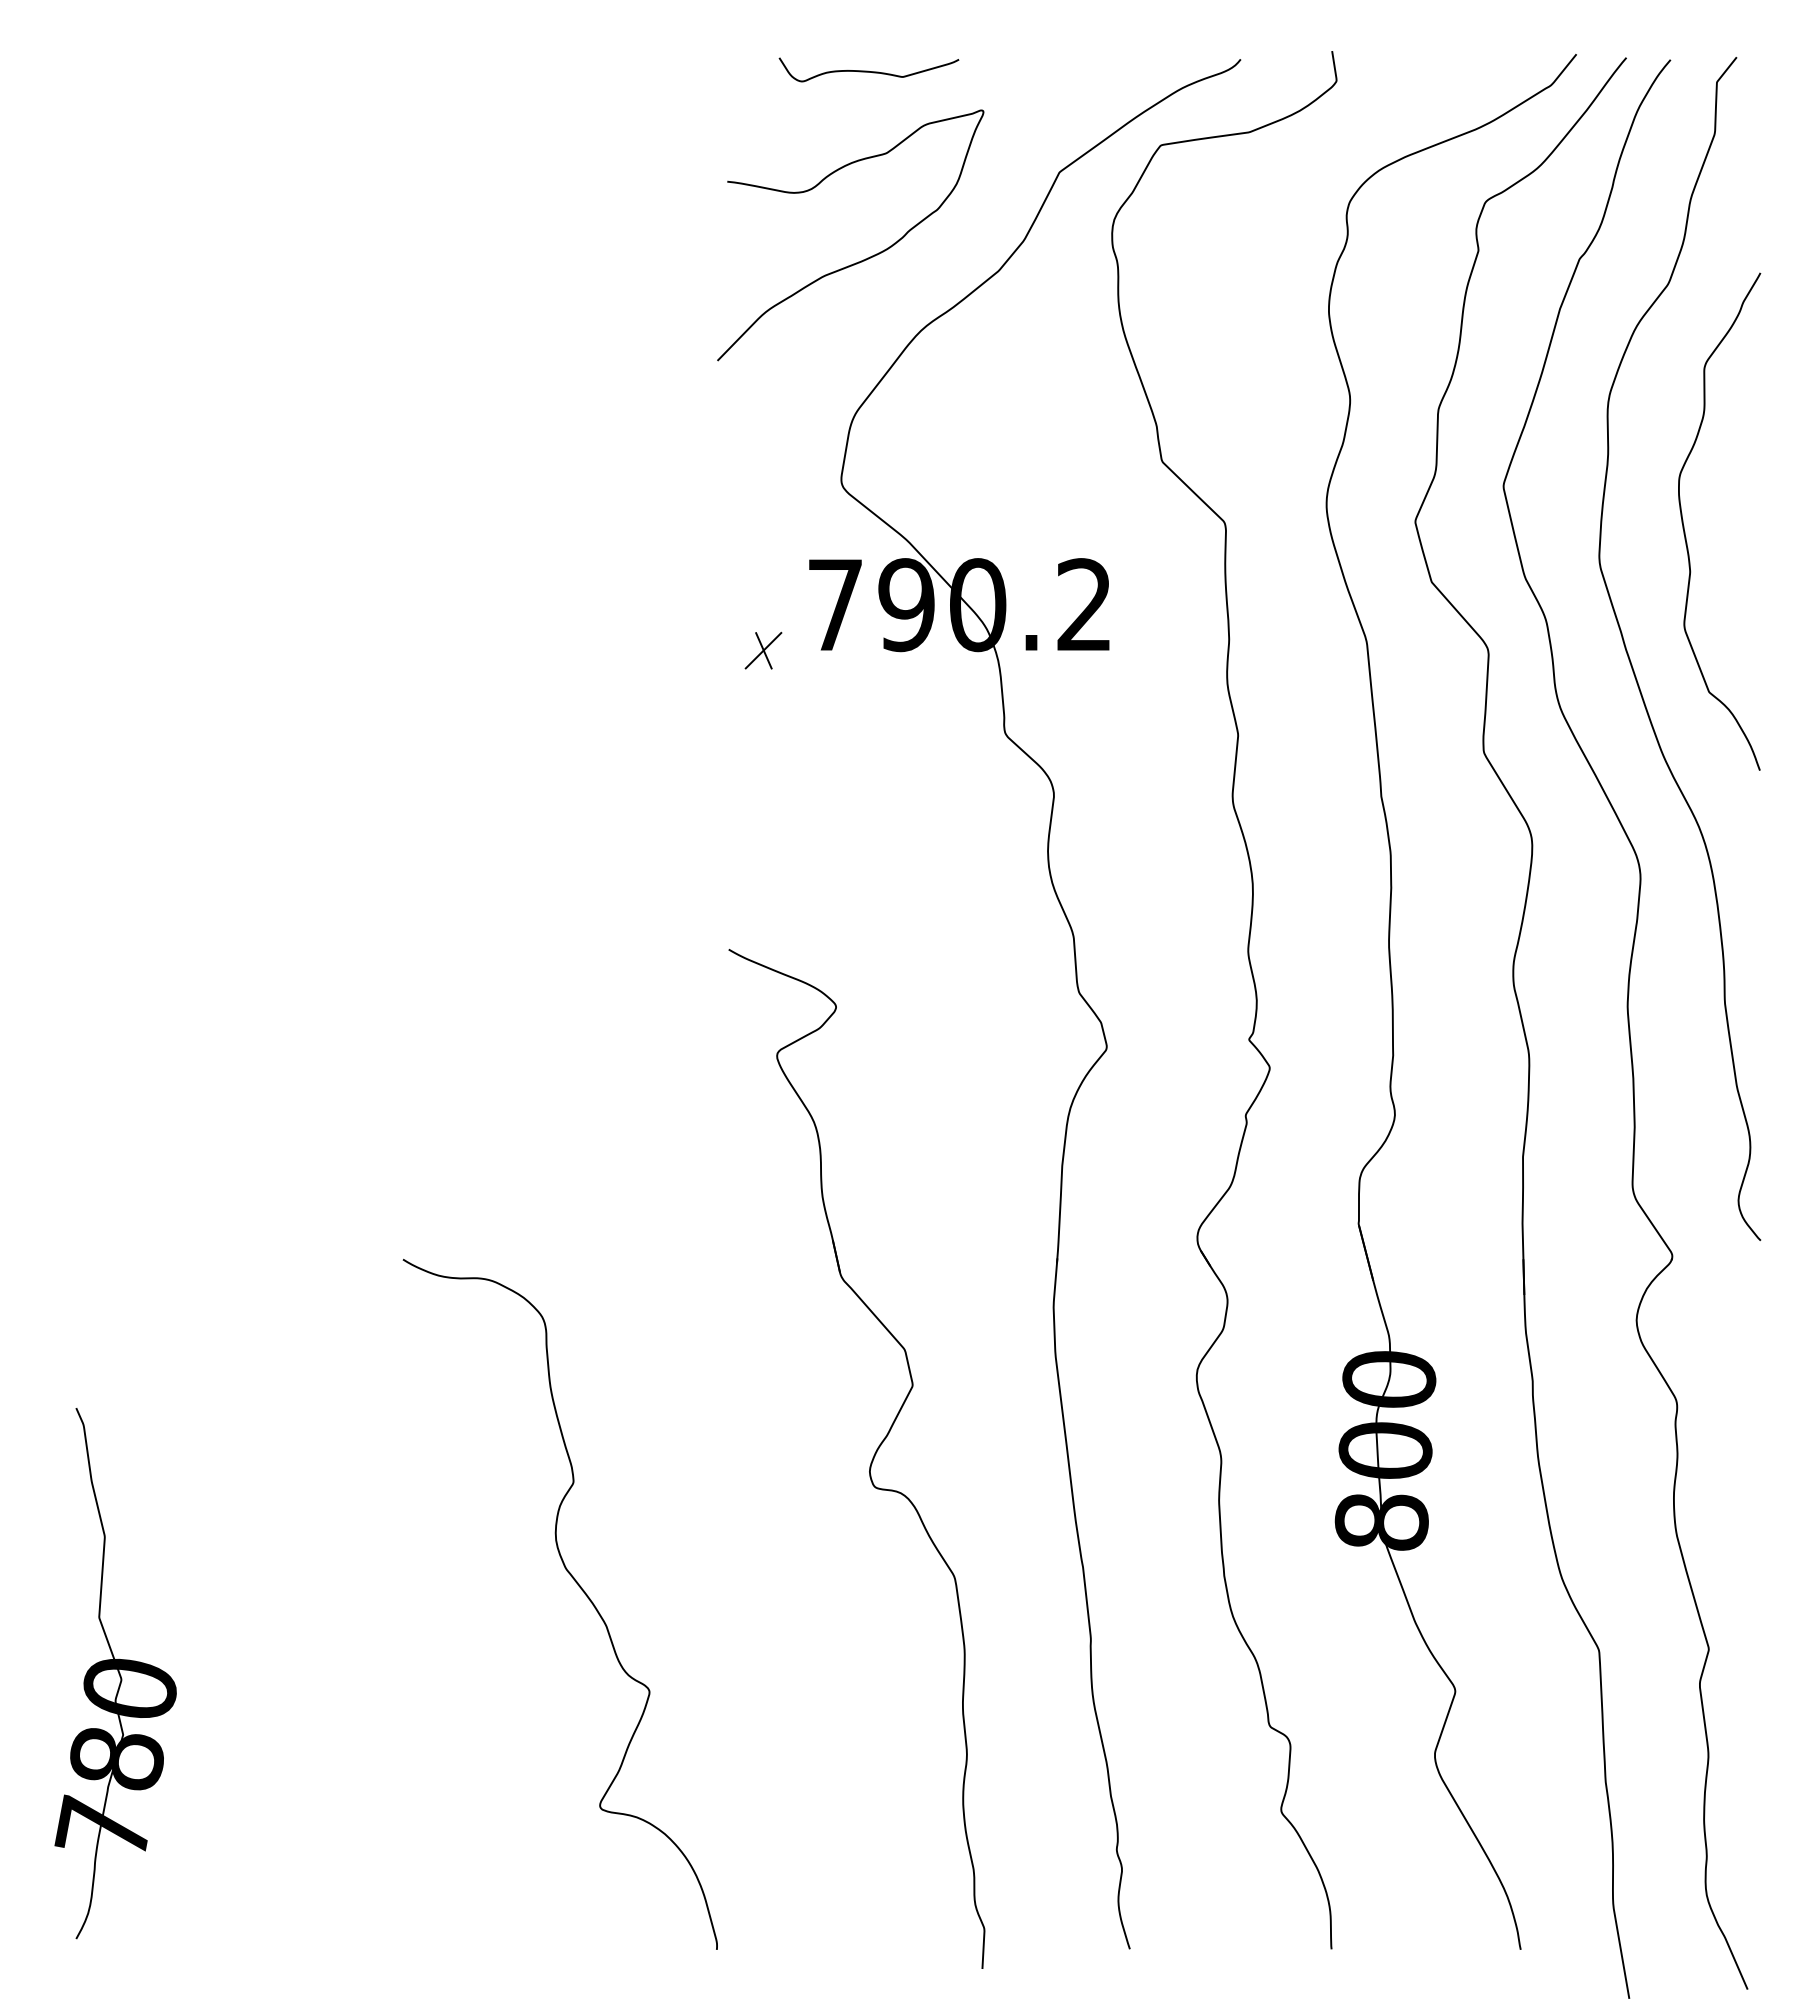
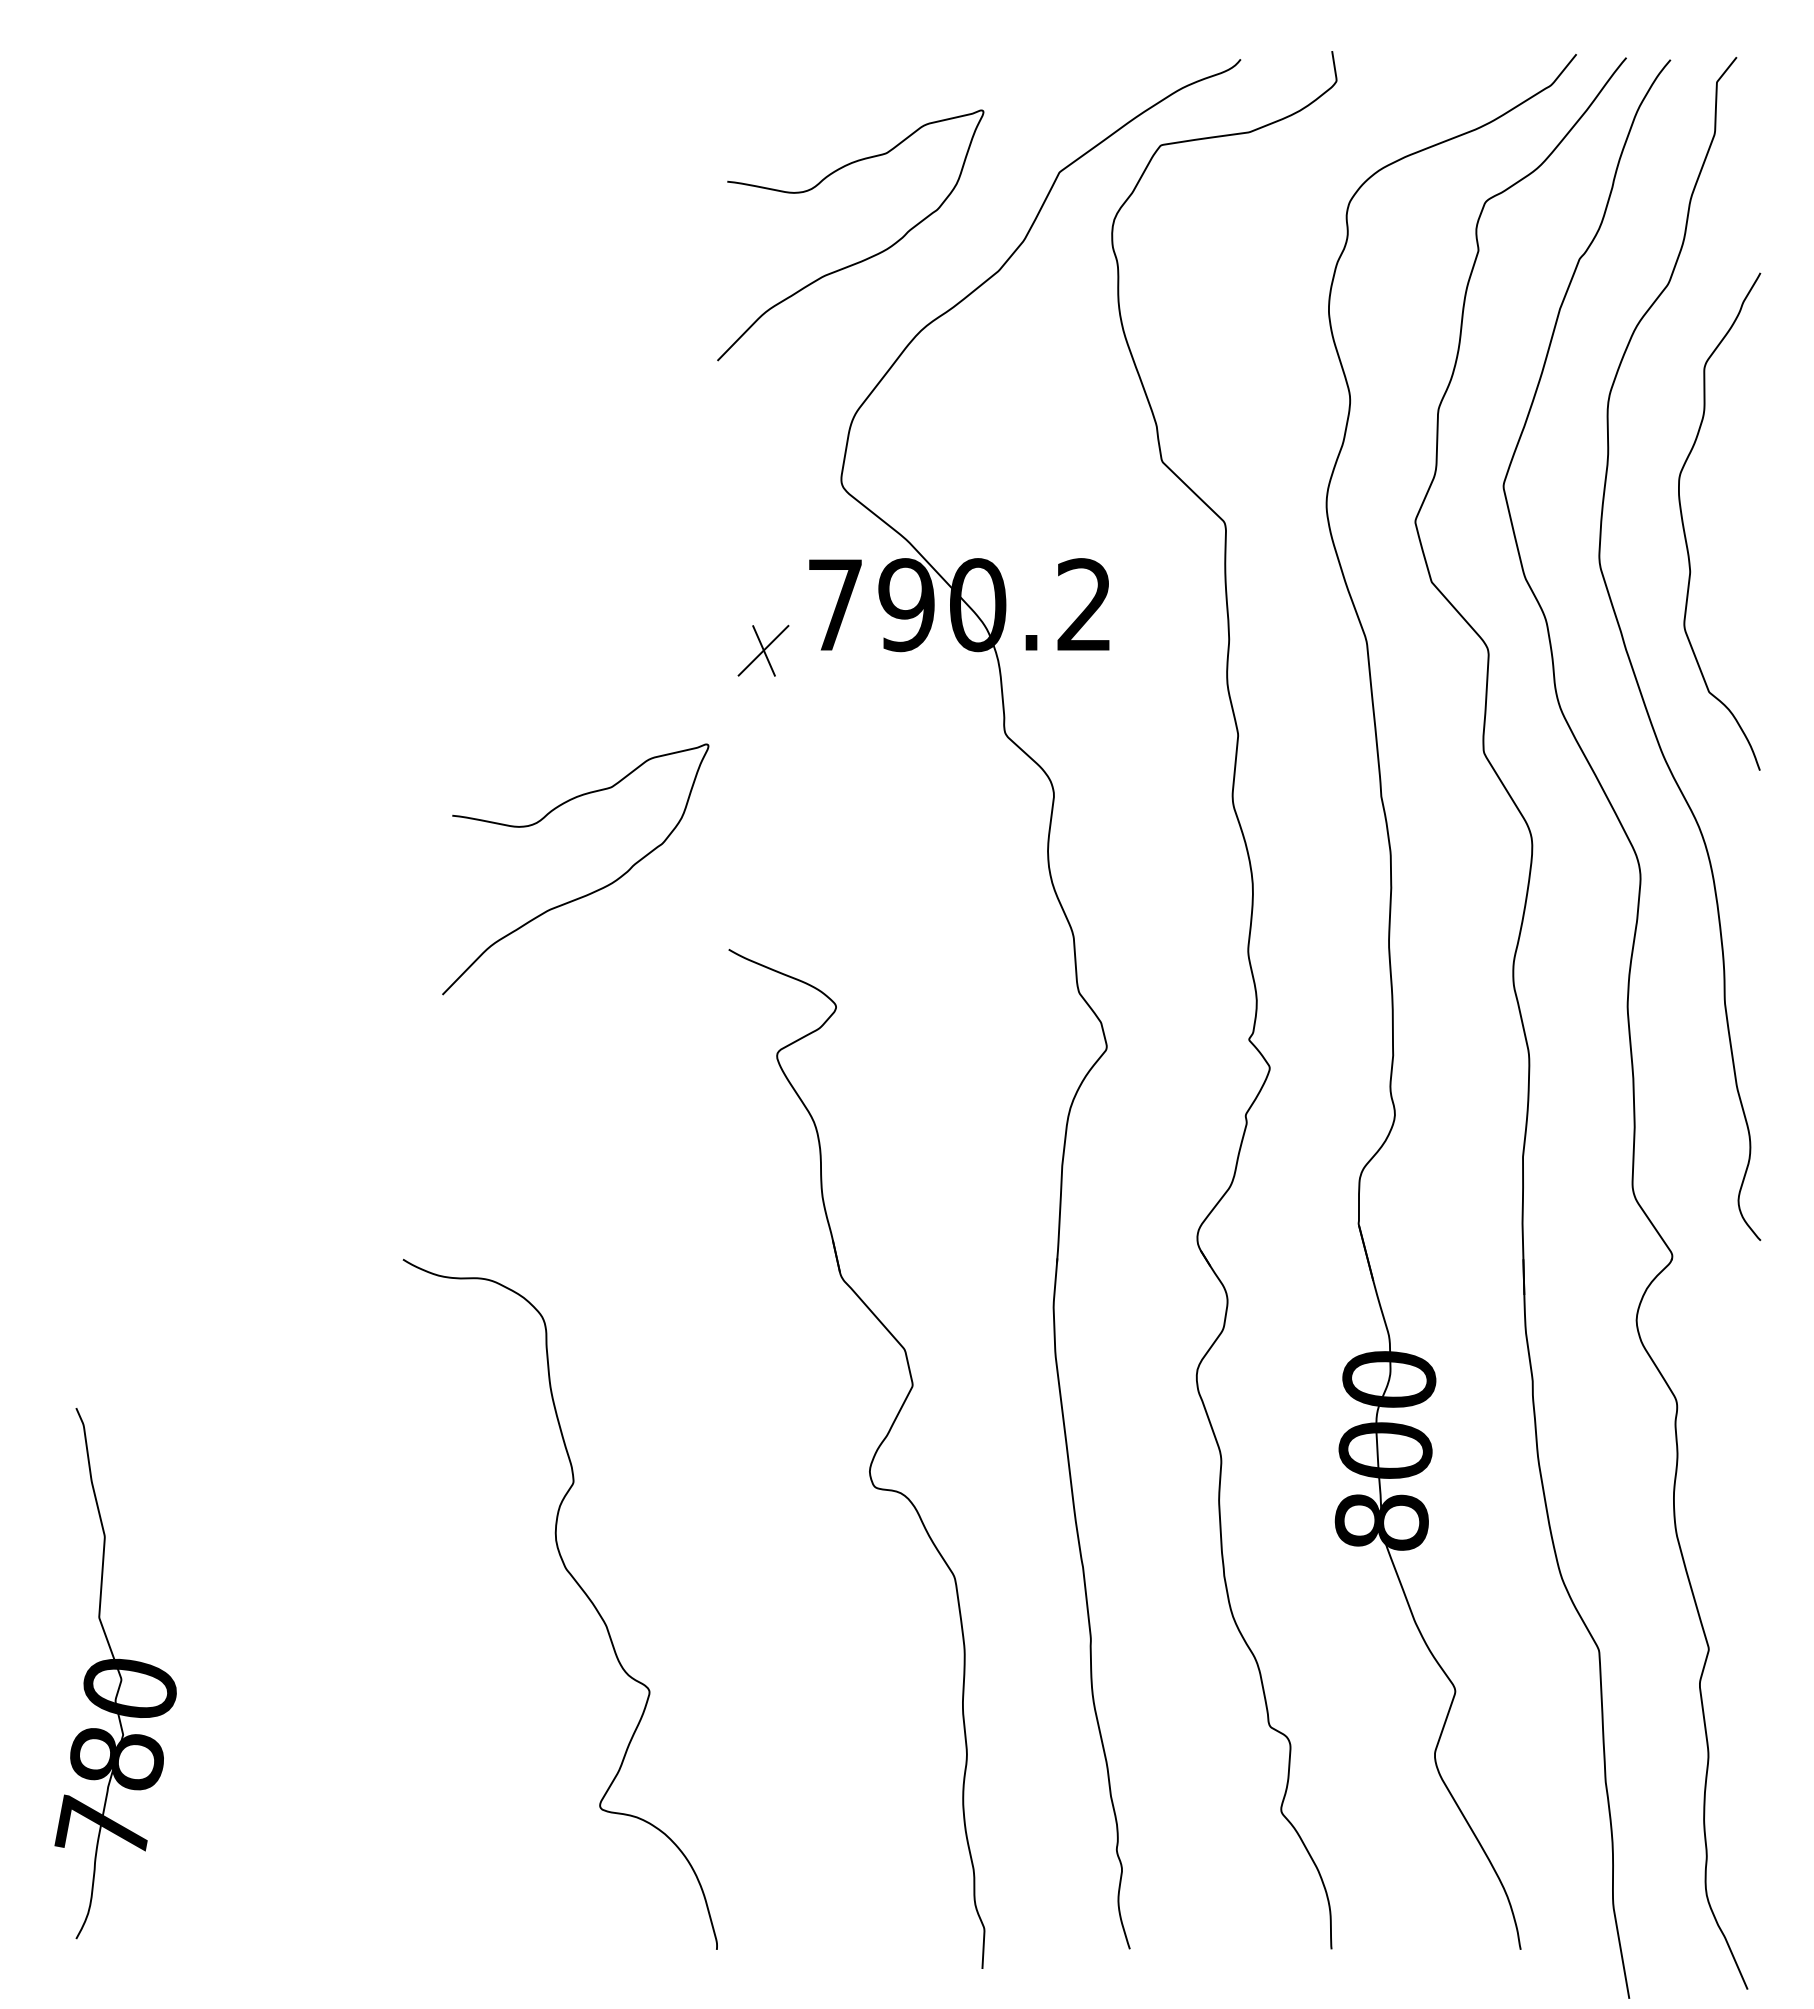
curve at (868, 70): present -> none
part at (763, 650) size: 39x39 px -> 53x53 px
curve at (583, 895): none -> present
